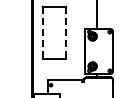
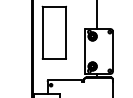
line at (42, 32): dashed -> solid
line at (66, 32): dashed -> solid
